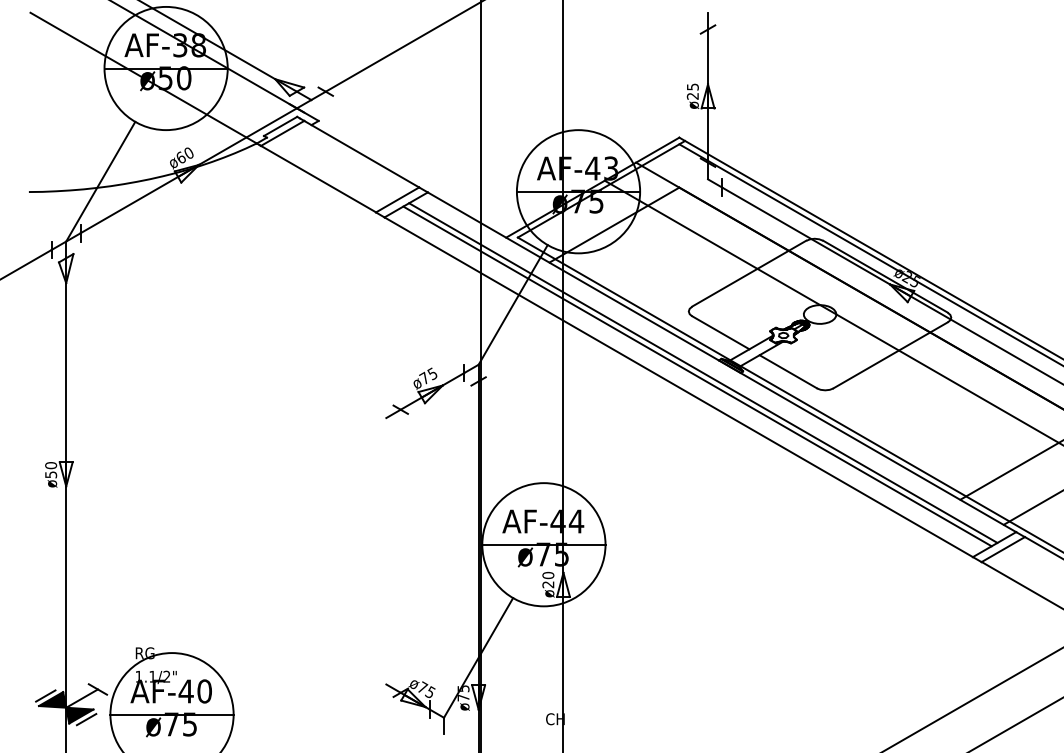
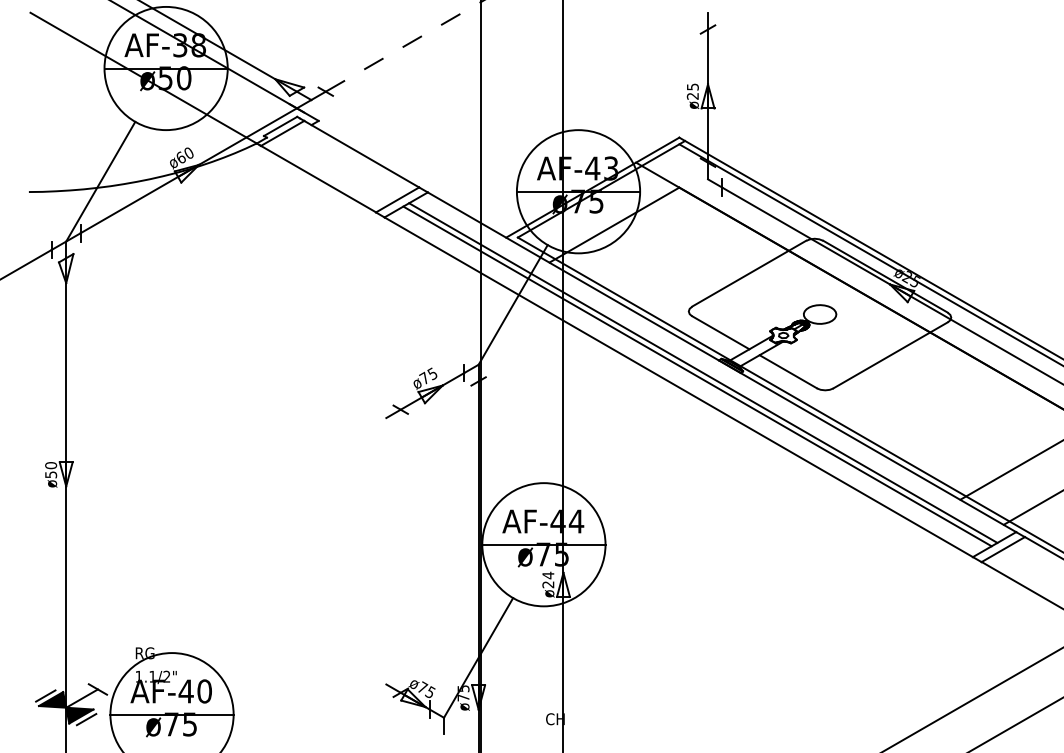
line at (405, 45): solid -> dashed
line at (832, 311): present -> none
text at (548, 575): ø20 -> ø24
